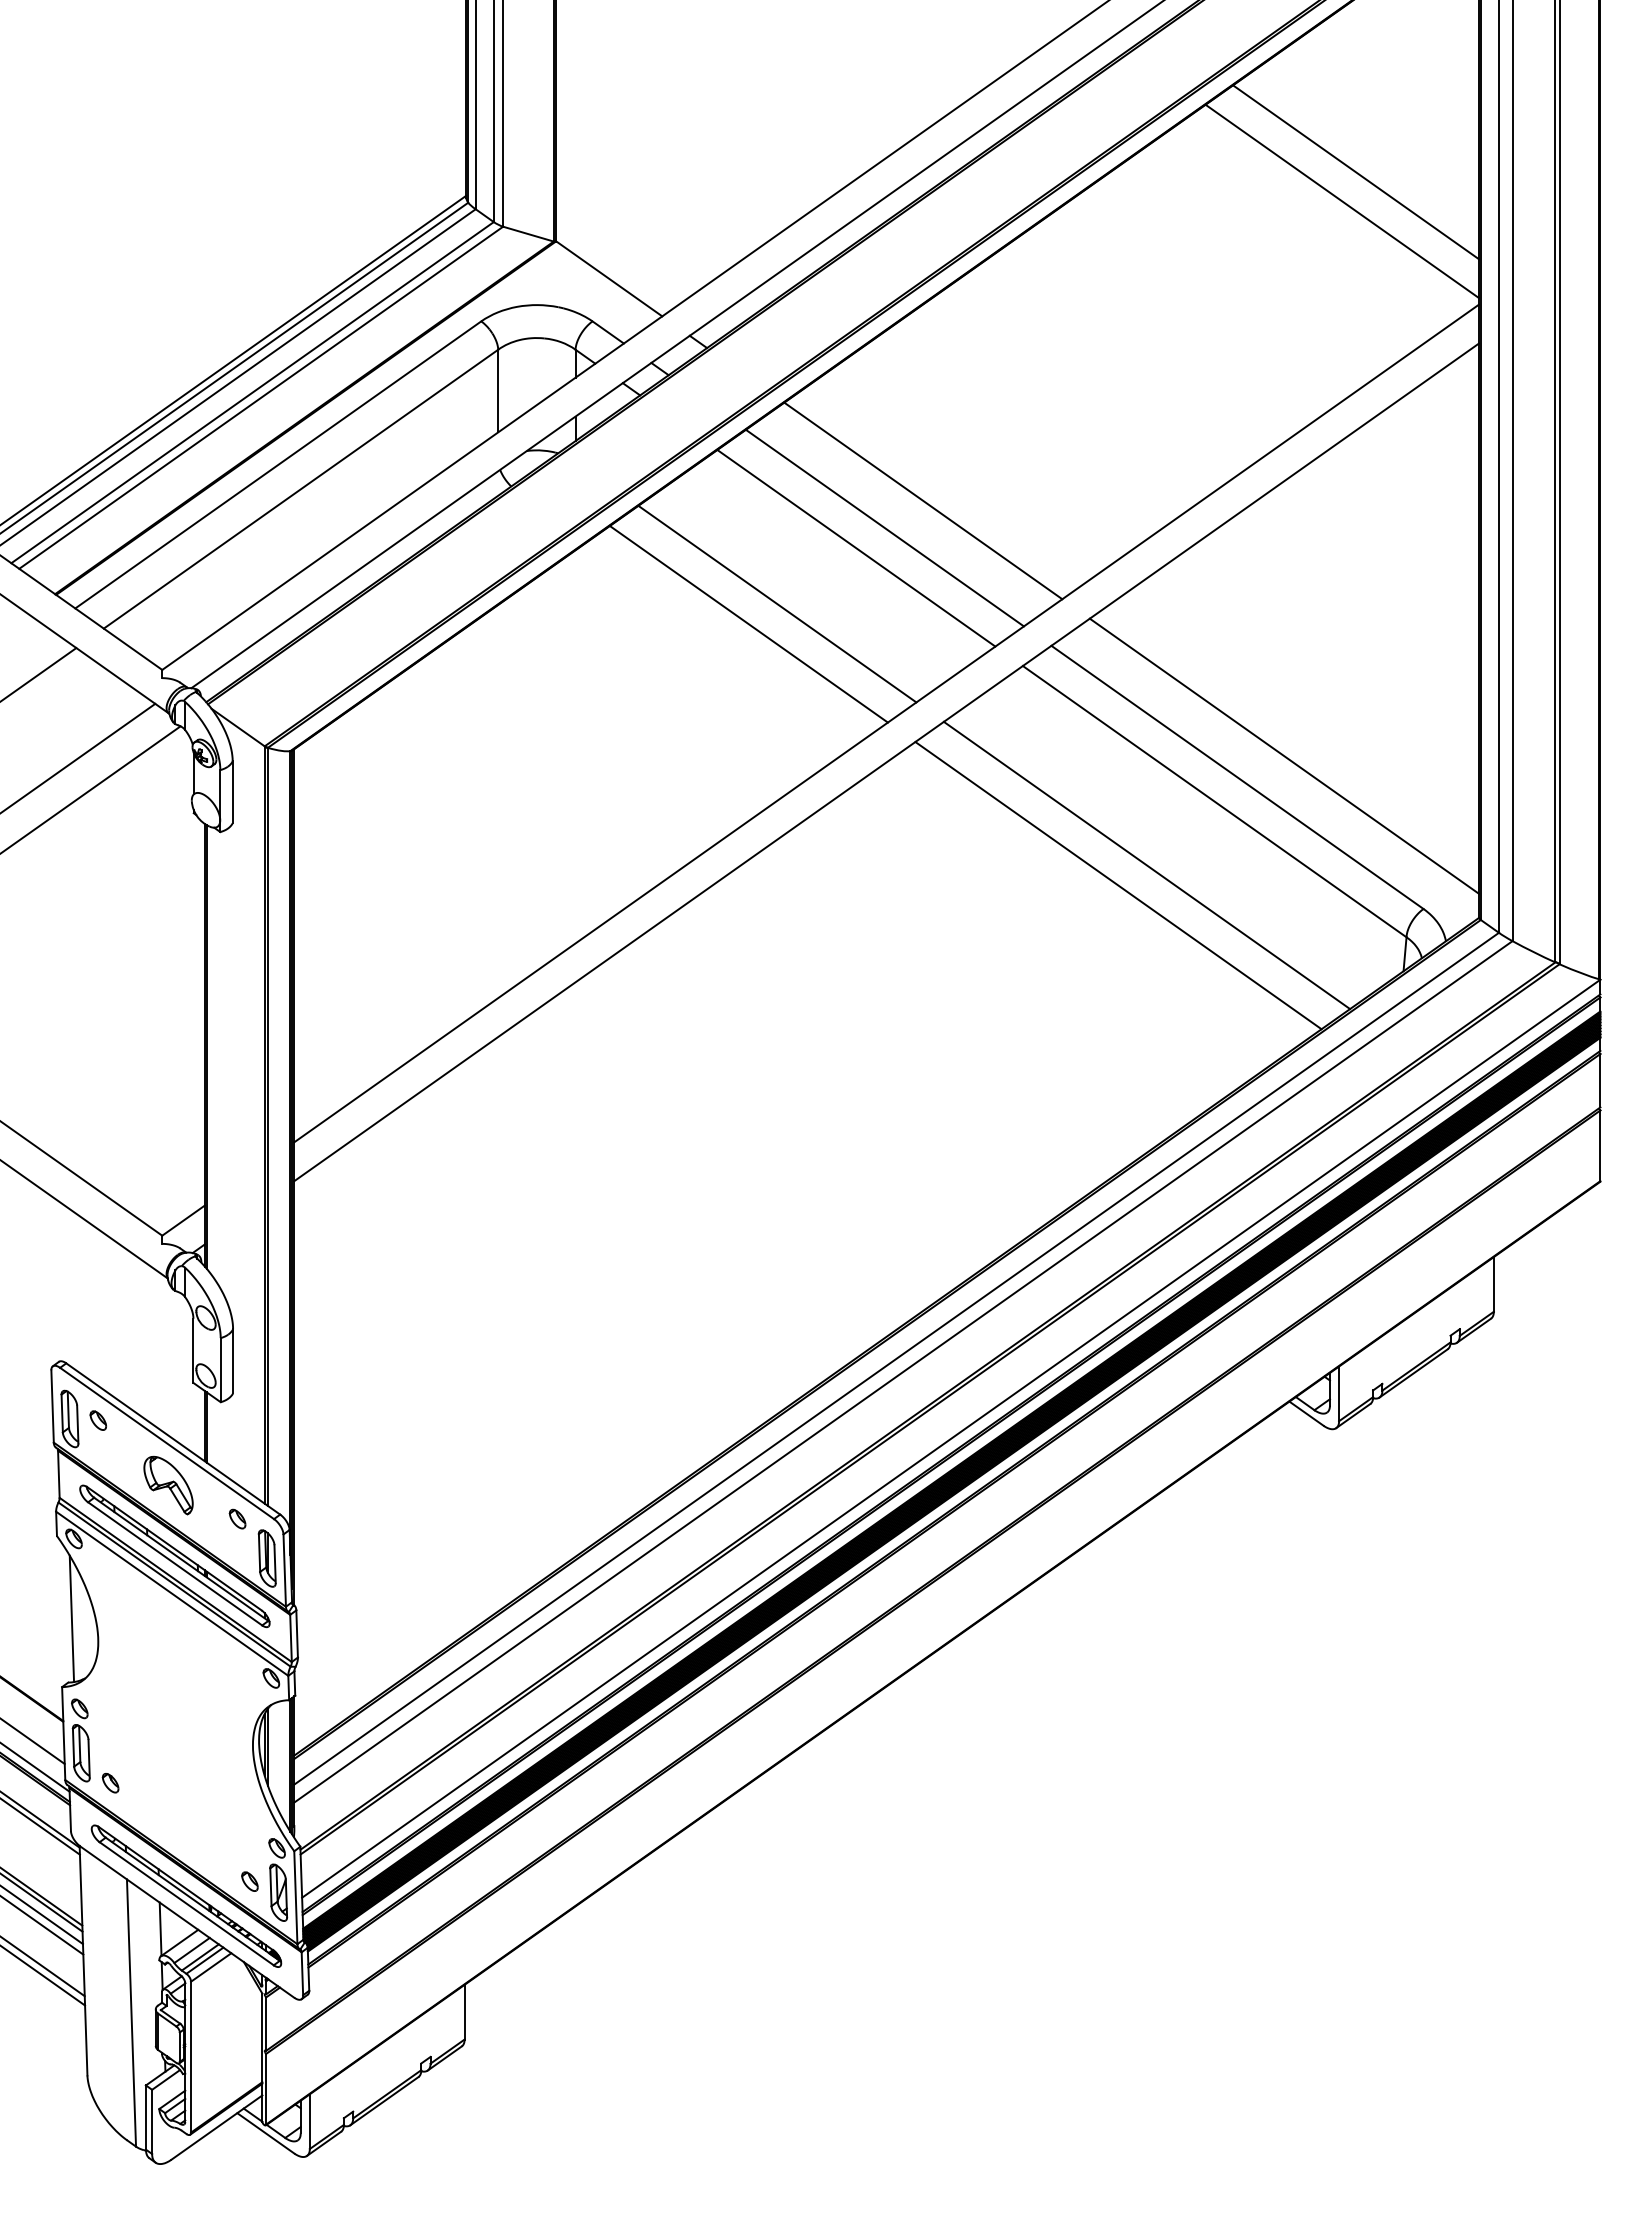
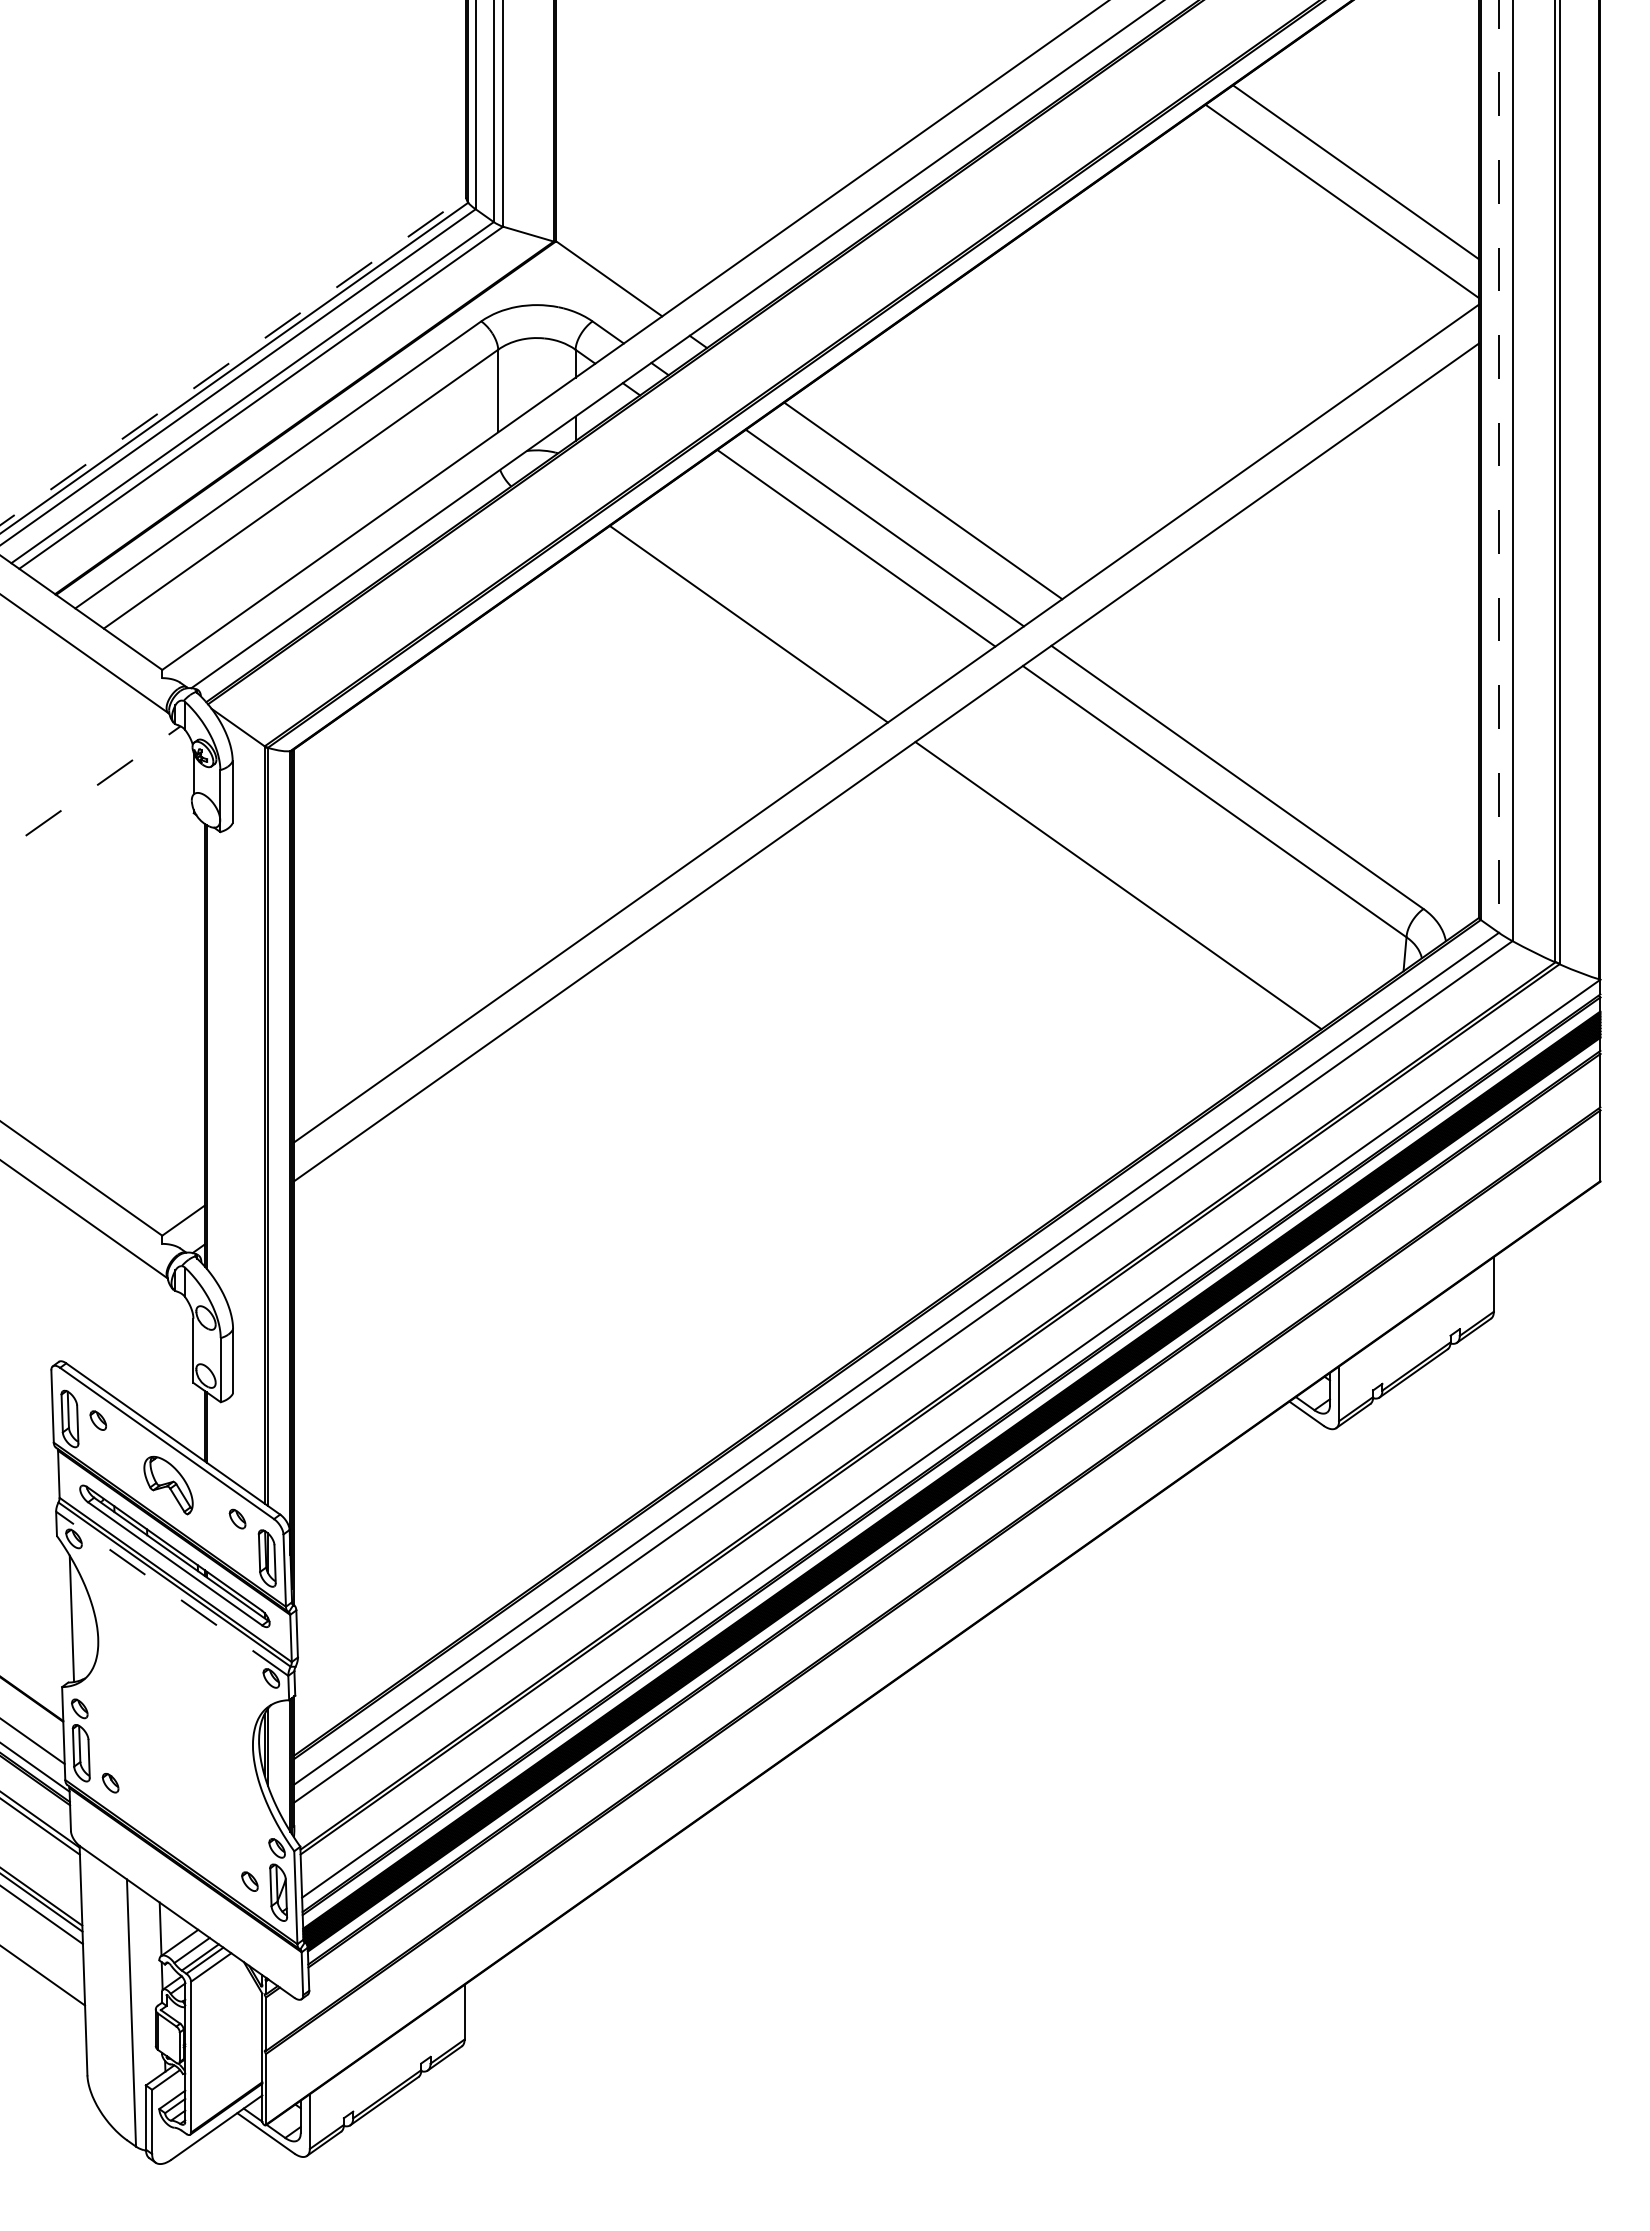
line at (233, 360): solid -> dashed
line at (1498, 467): solid -> dashed
line at (777, 603): present -> none
line at (39, 674): present -> none
line at (1283, 755): present -> none
line at (78, 757): present -> none
line at (90, 789): solid -> dashed
line at (1146, 865): present -> none
line at (171, 1593): solid -> dashed
part at (186, 1895): present -> none
line at (42, 1925): present -> none
line at (43, 1966): present -> none
